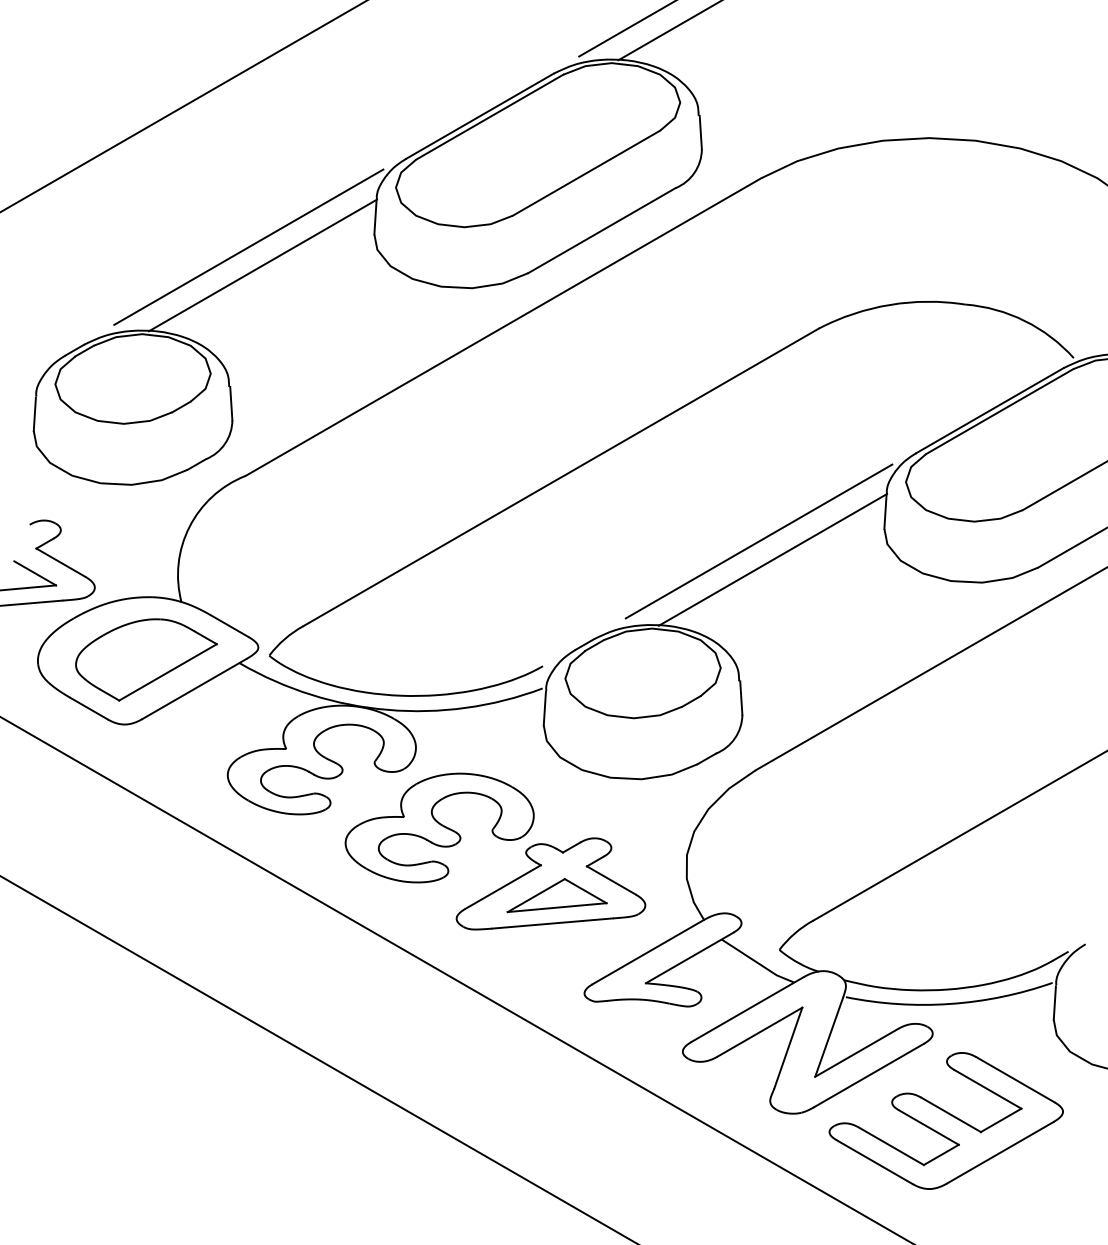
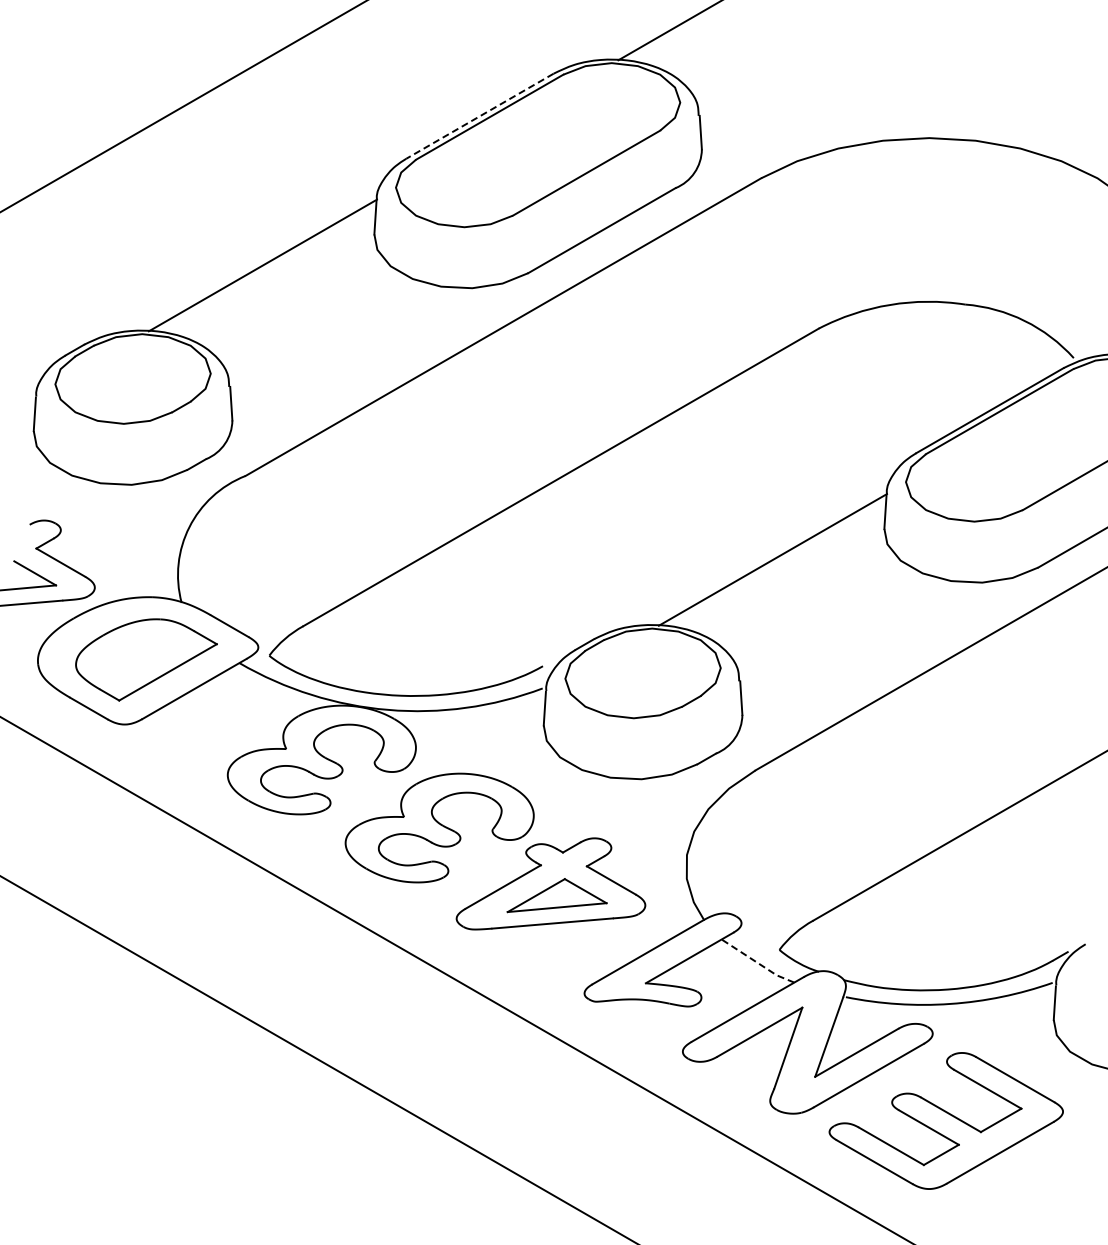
line at (625, 29): present -> none
line at (479, 116): solid -> dashed
line at (248, 246): present -> none
line at (758, 541): present -> none
line at (757, 962): solid -> dashed
